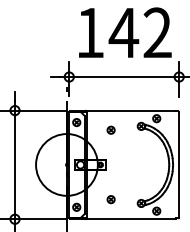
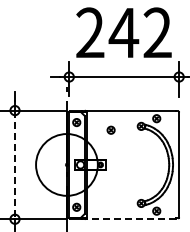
text at (90, 32): 142 -> 242
line at (15, 165): solid -> dashed
part at (110, 199): present -> none
line at (130, 219): solid -> dashed
